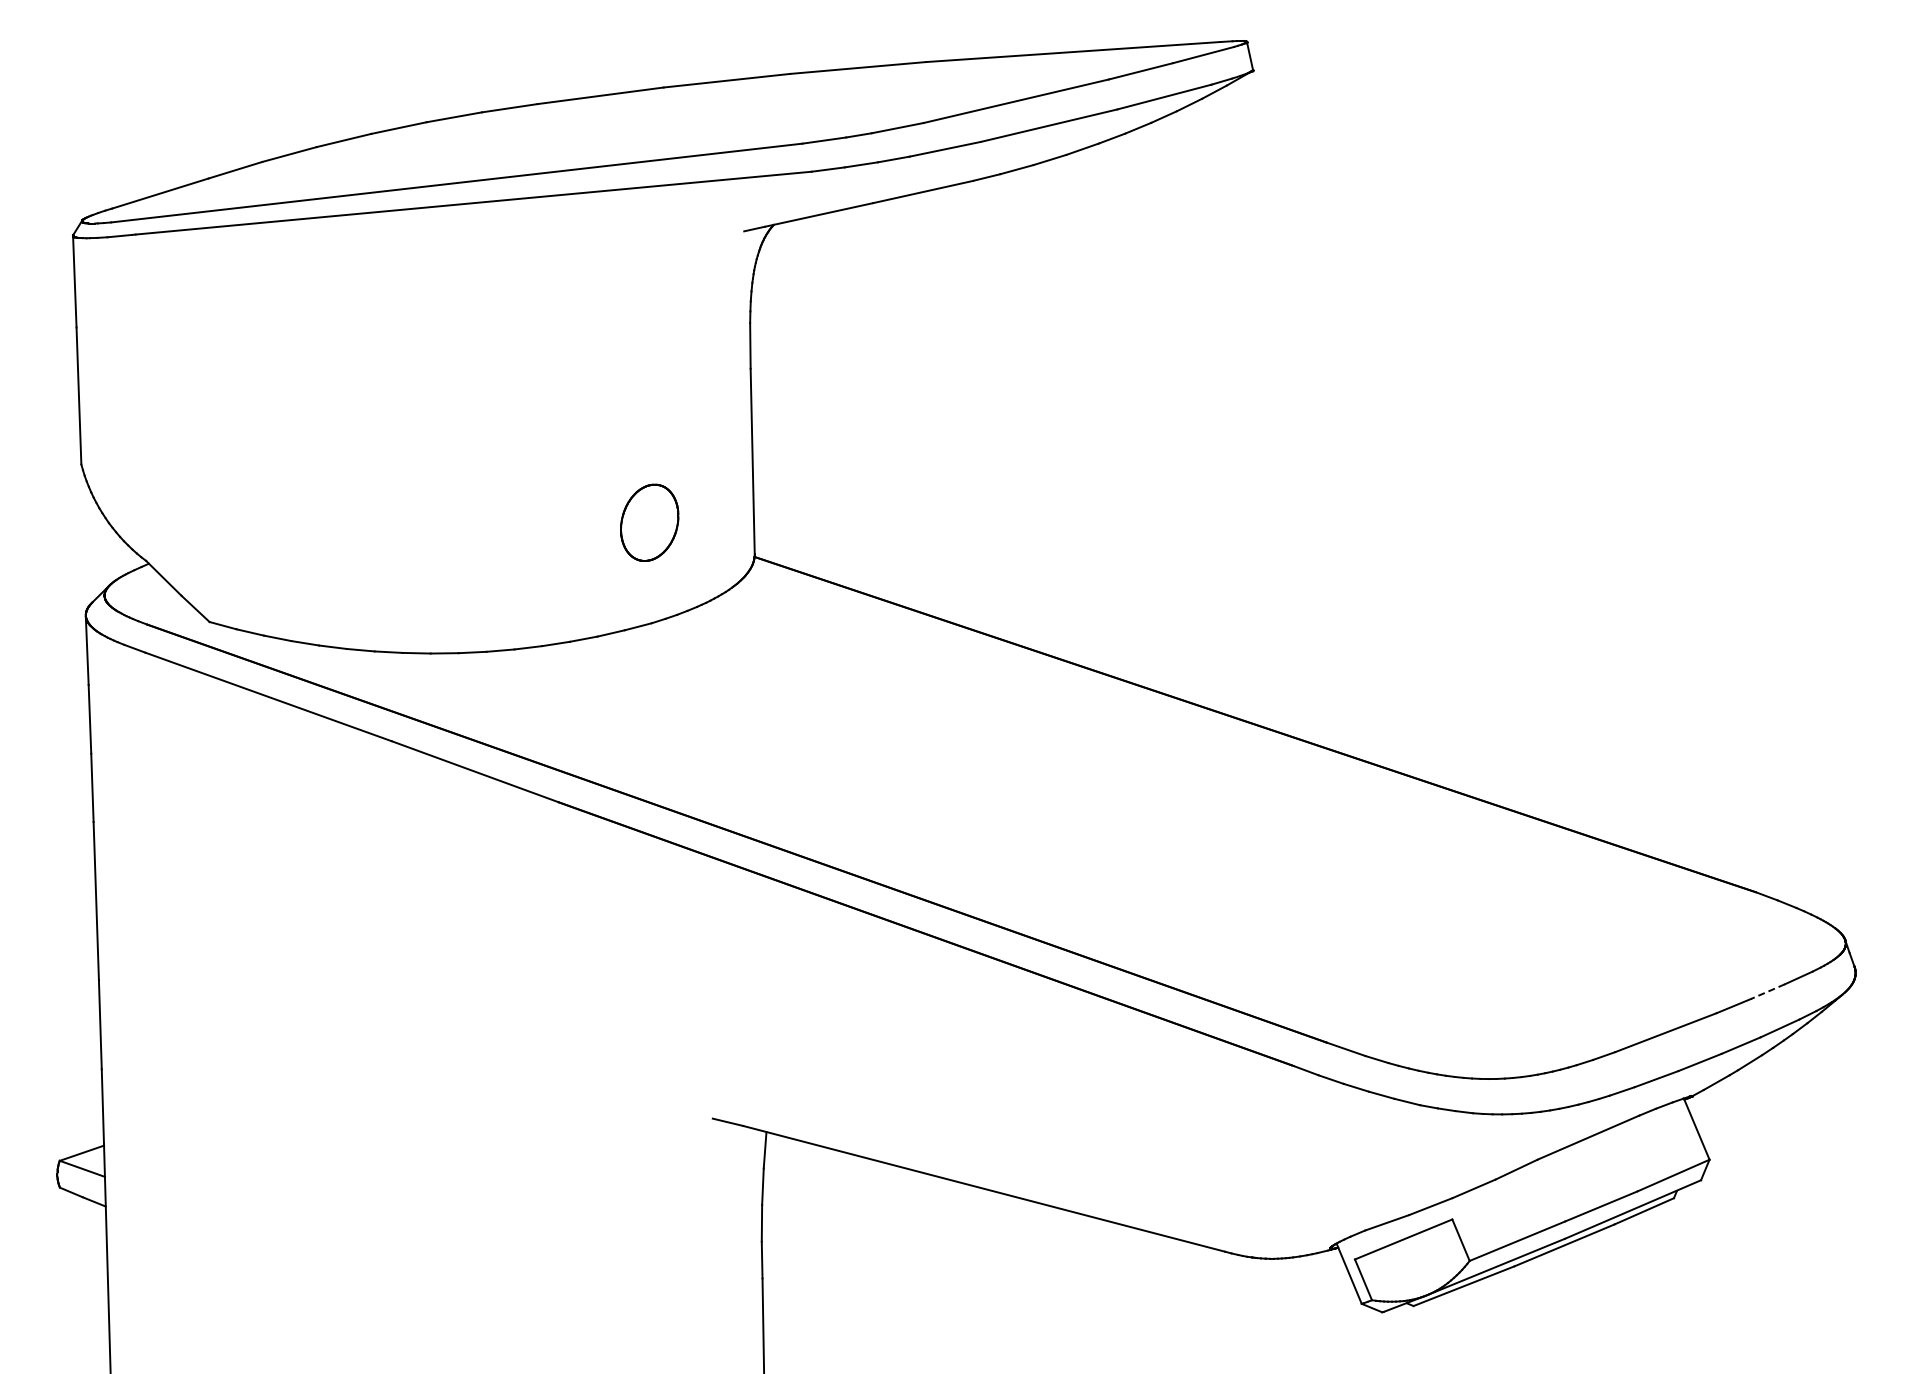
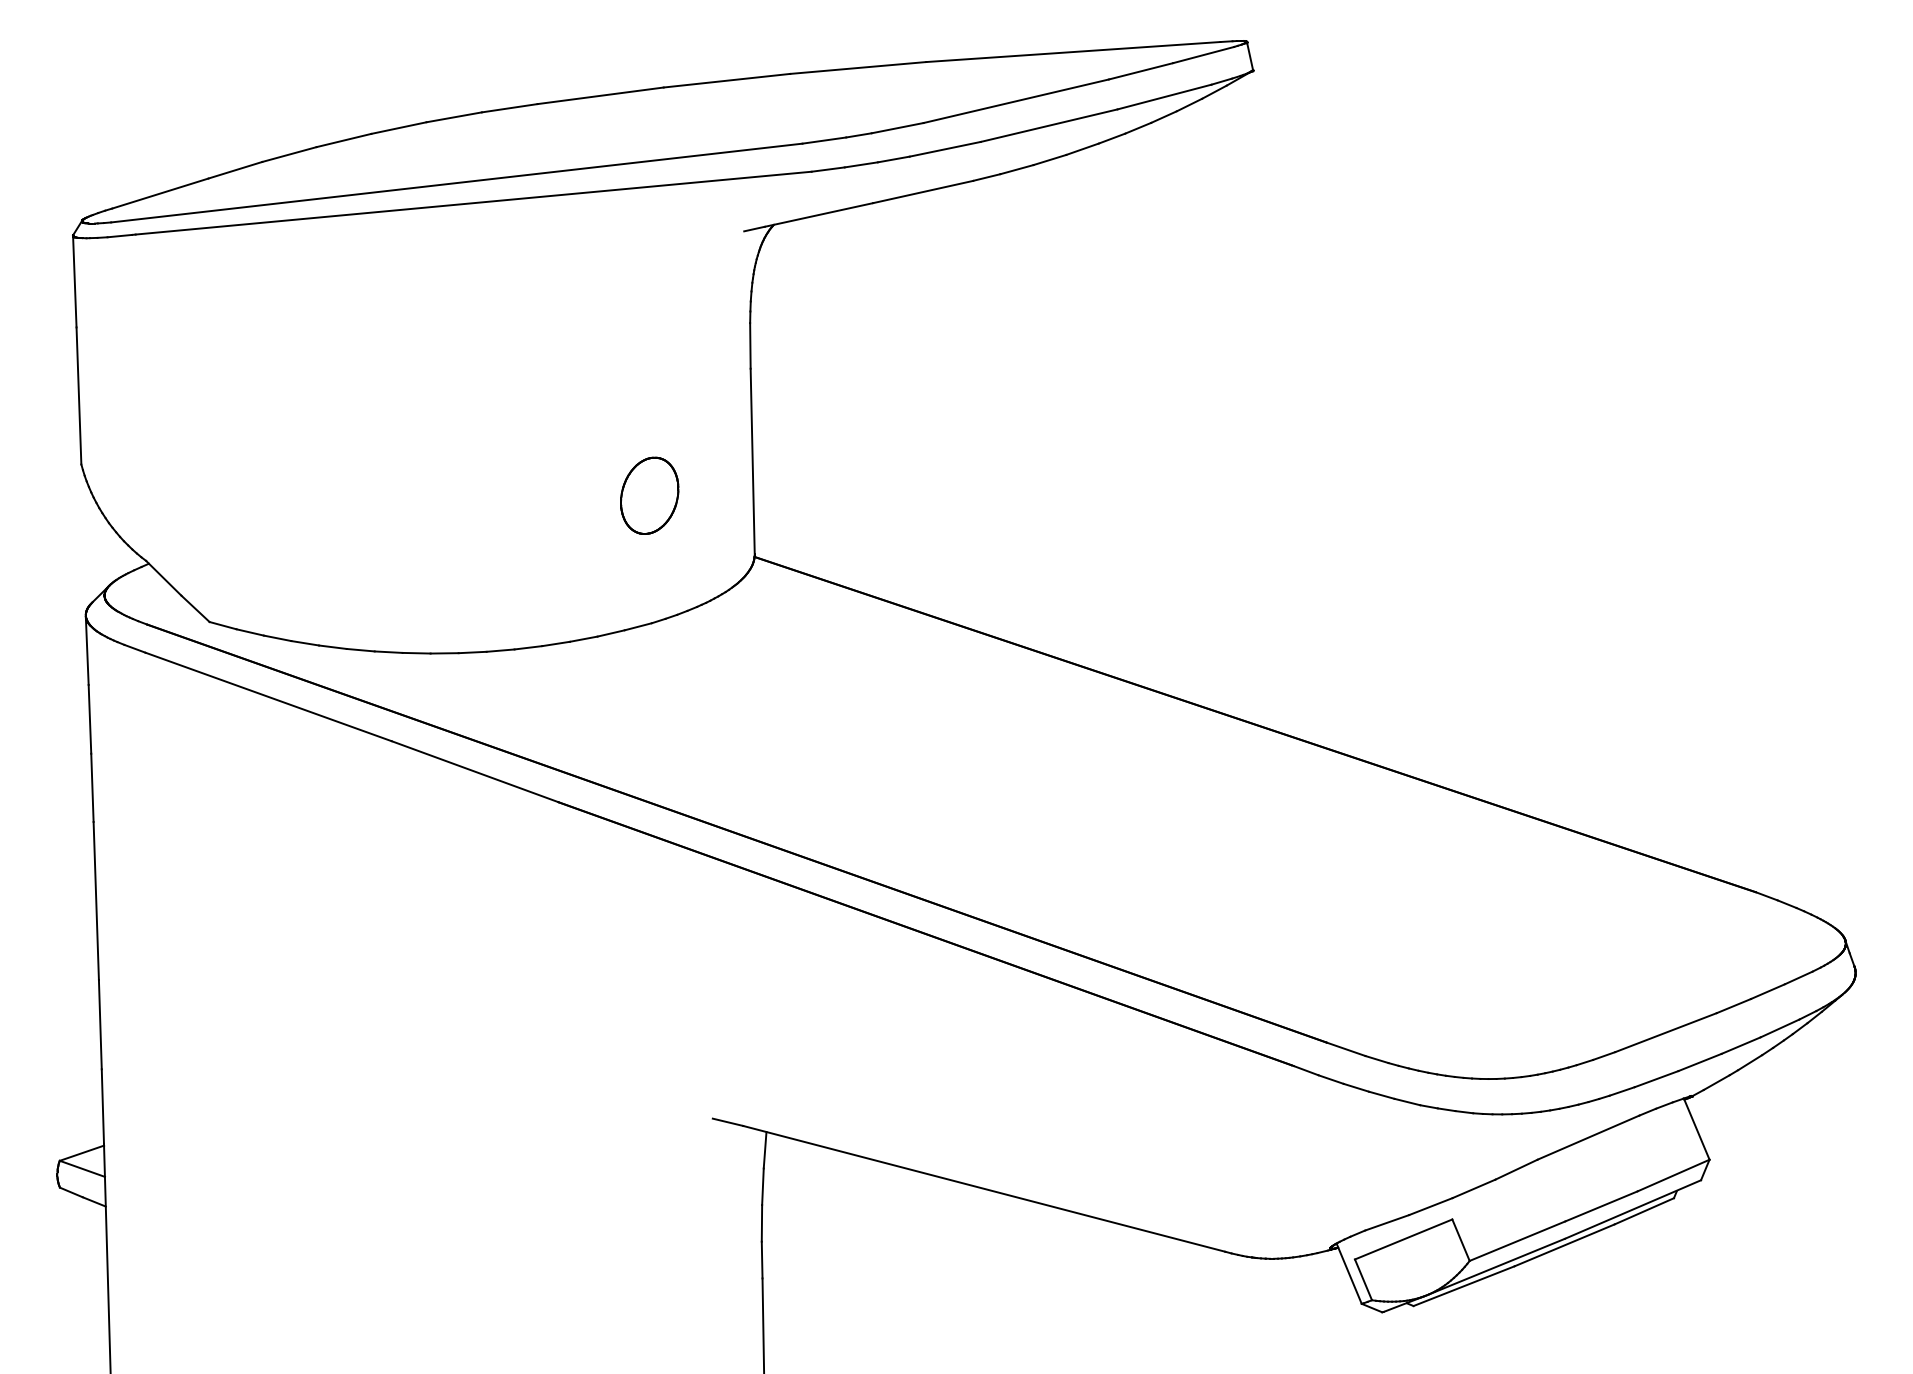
part at (649, 522) position: (649, 522) -> (649, 495)
line at (1767, 991): dashed -> solid
